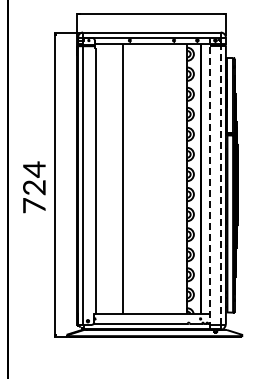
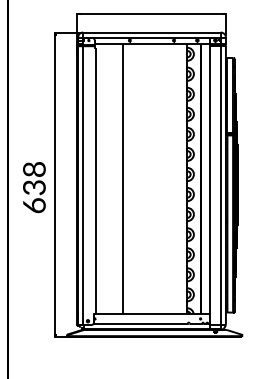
line at (210, 183): dashed -> solid
line at (220, 185): dashed -> solid
text at (34, 187): 724 -> 638
